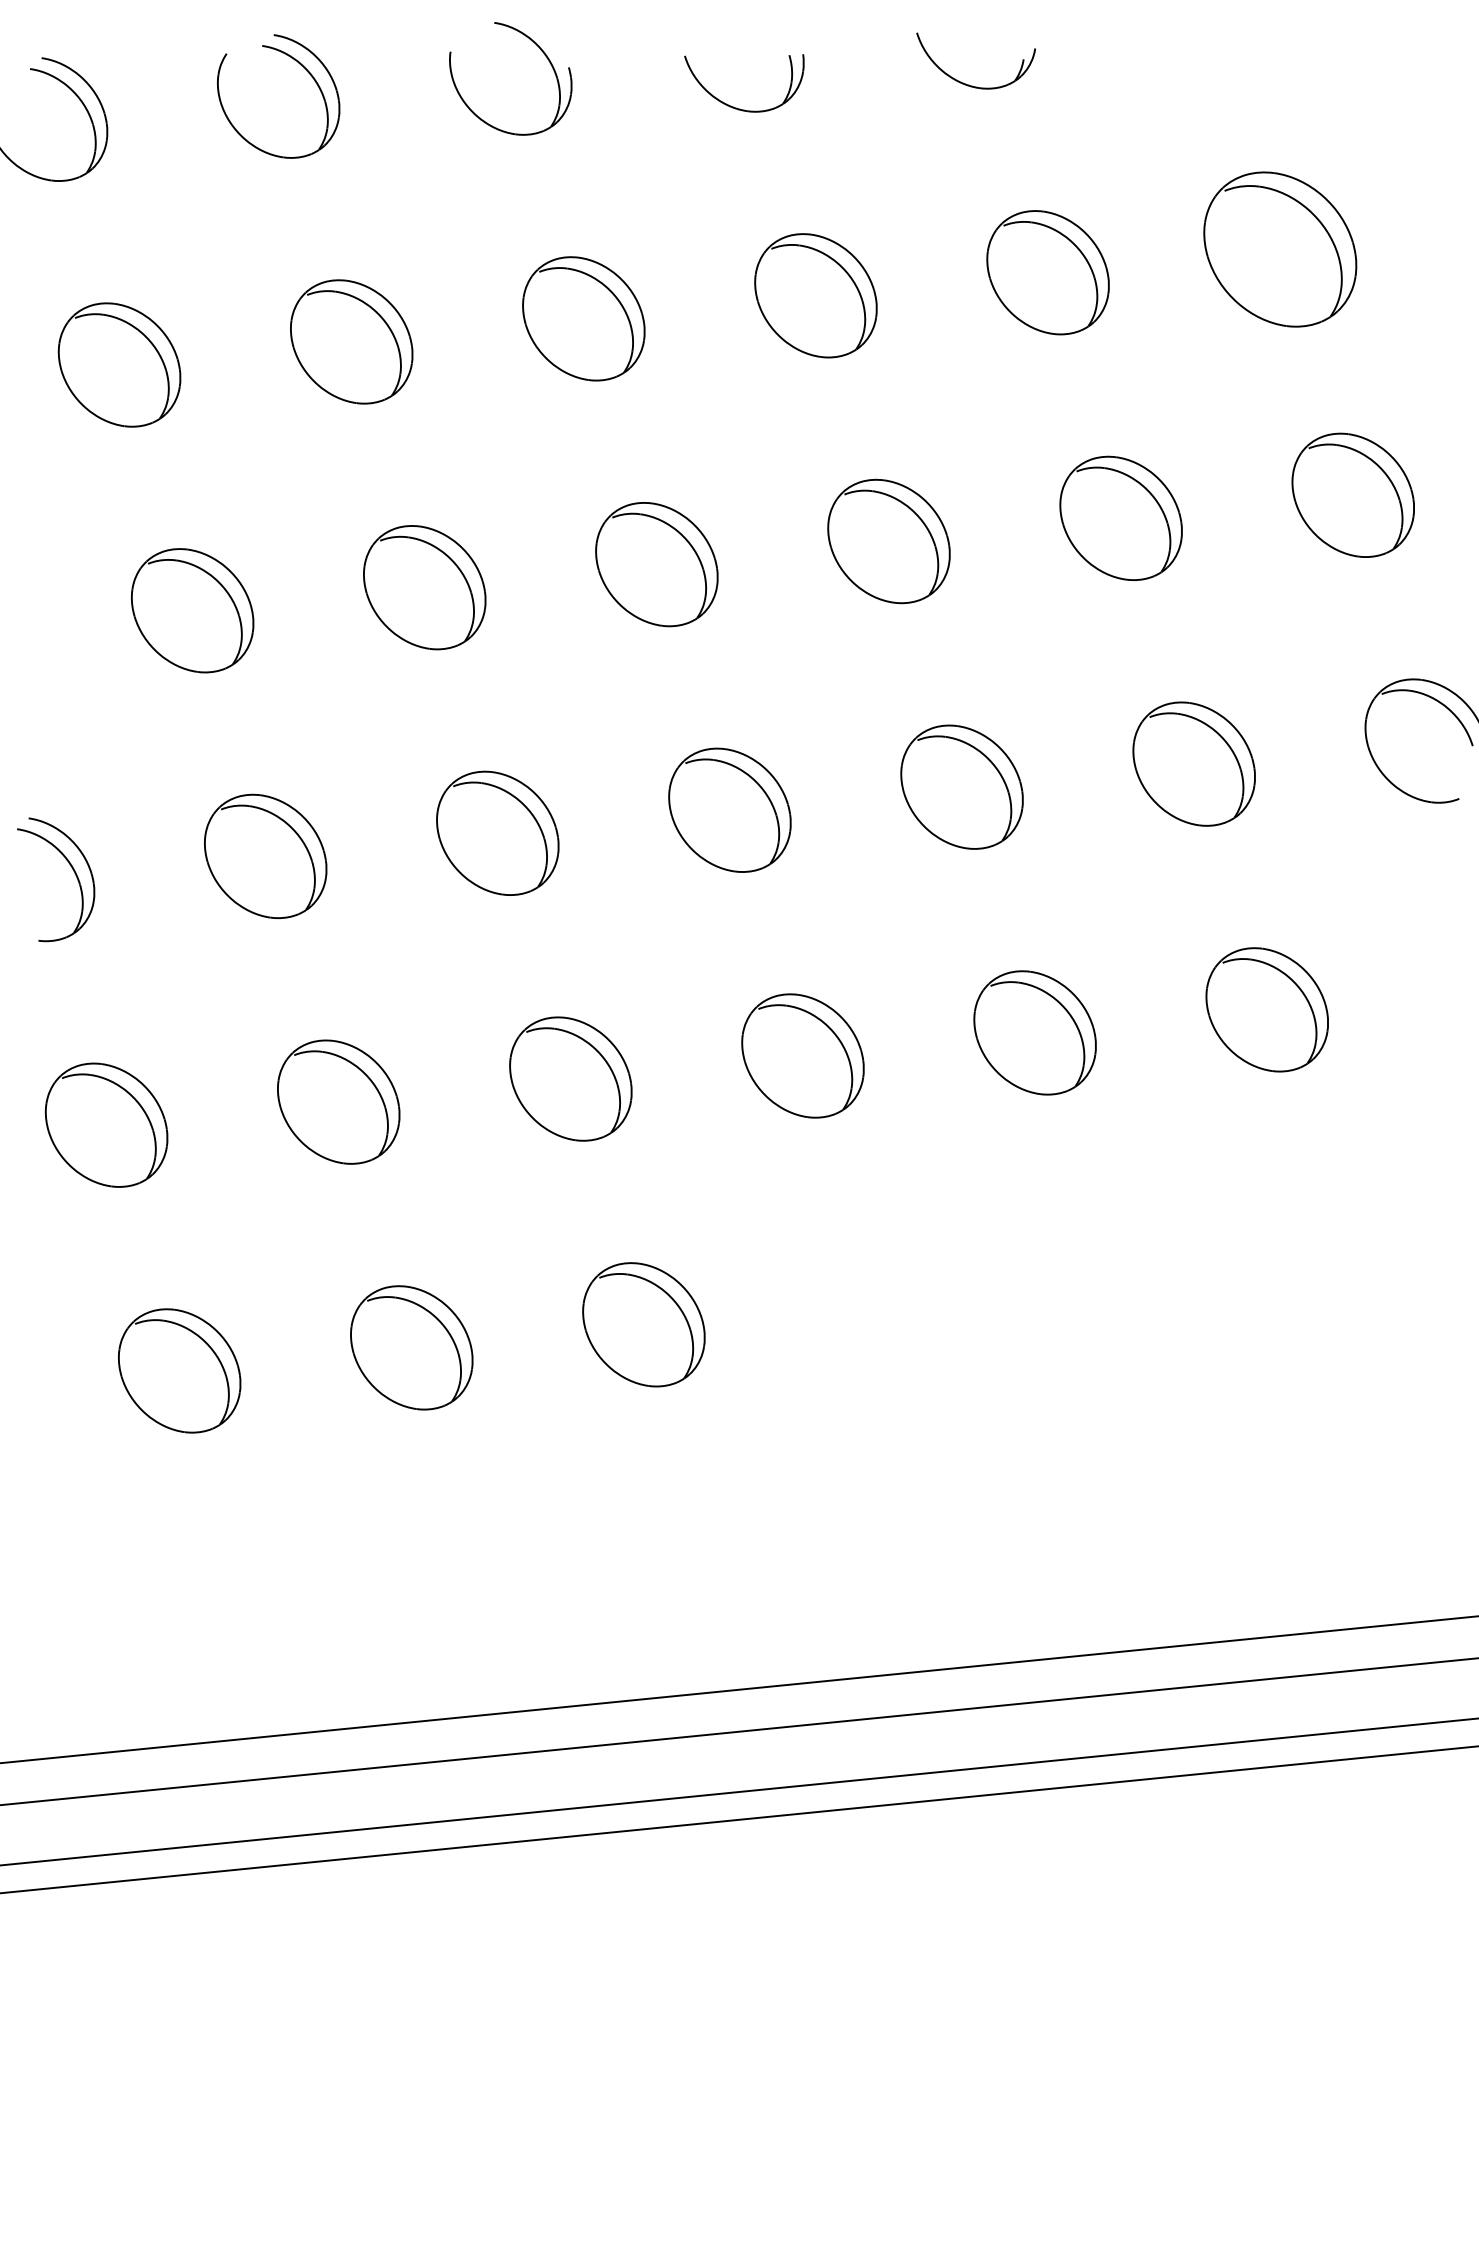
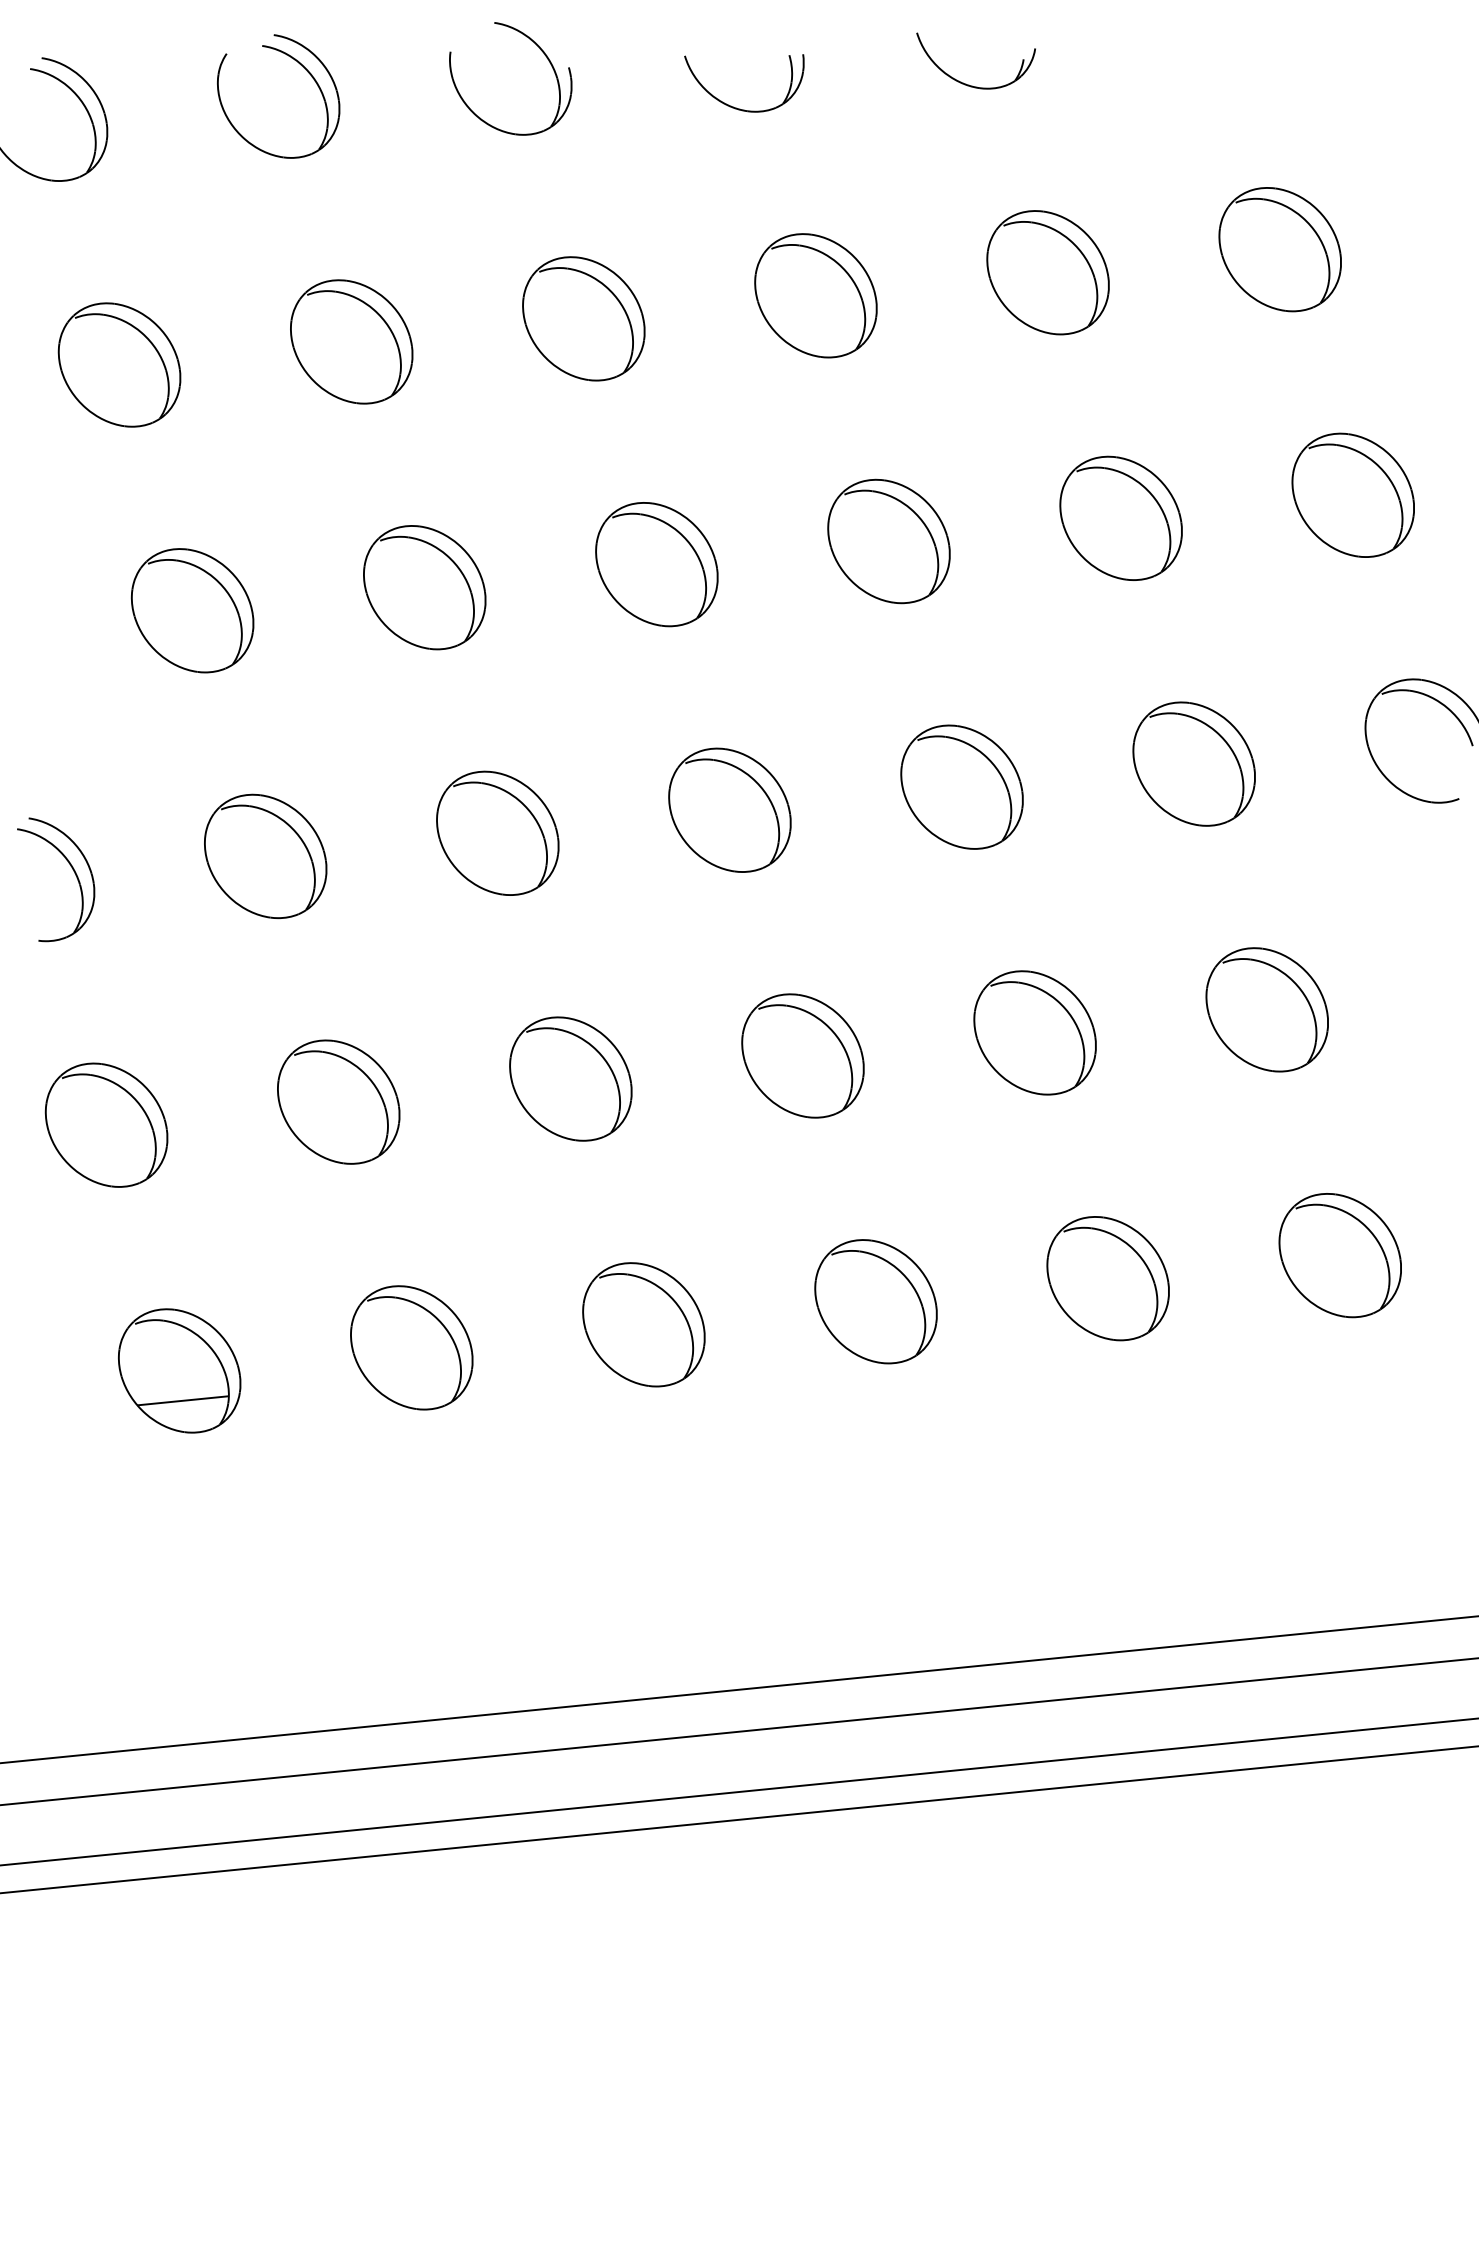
part at (1280, 249) size: 155x157 px -> 124x126 px
part at (1339, 1255): none -> present
part at (1107, 1278): none -> present
part at (875, 1301): none -> present
line at (183, 1400): none -> present
